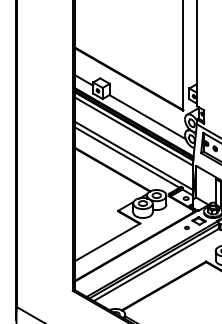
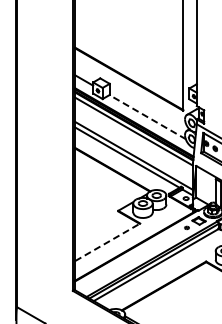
line at (147, 117): solid -> dashed
line at (107, 242): solid -> dashed
